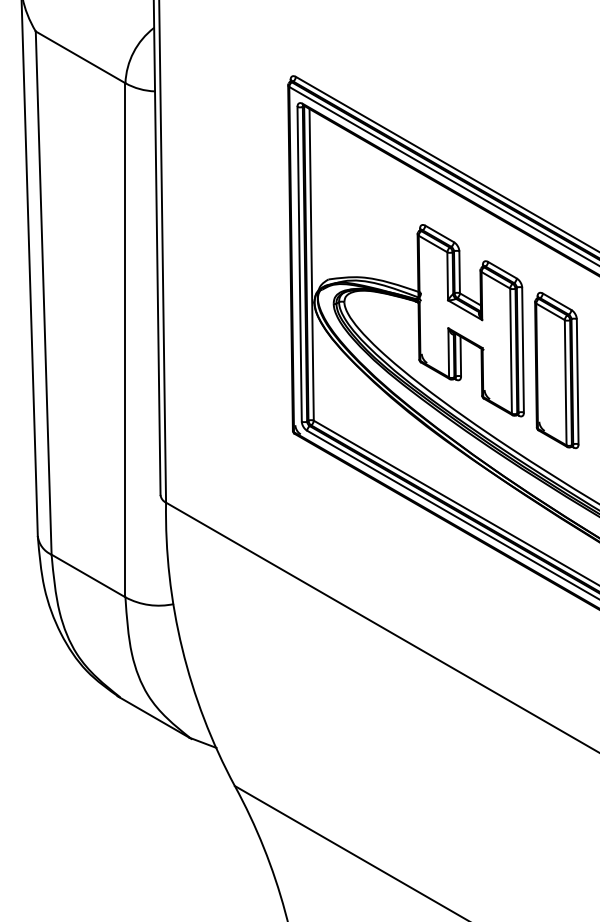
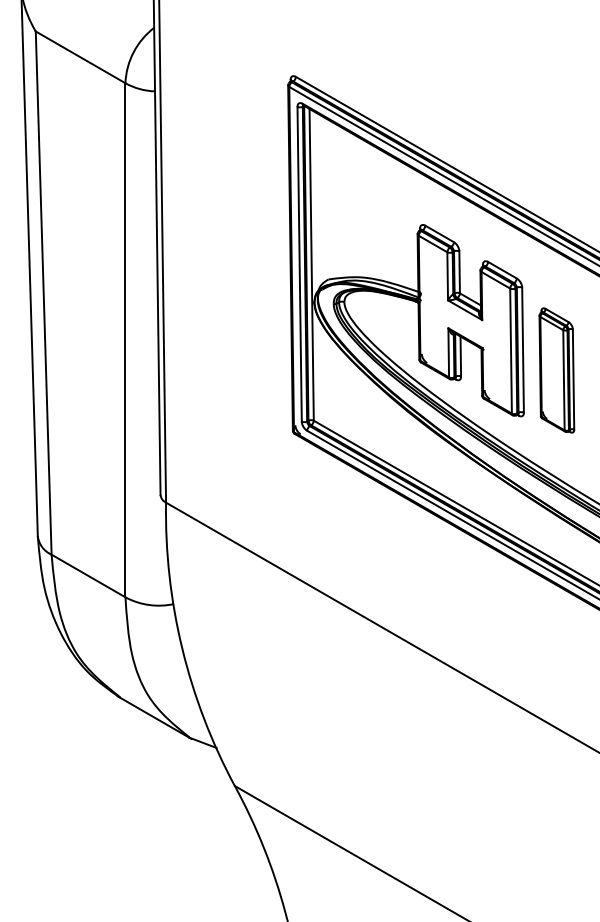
part at (556, 370) size: 46x159 px -> 38x127 px
